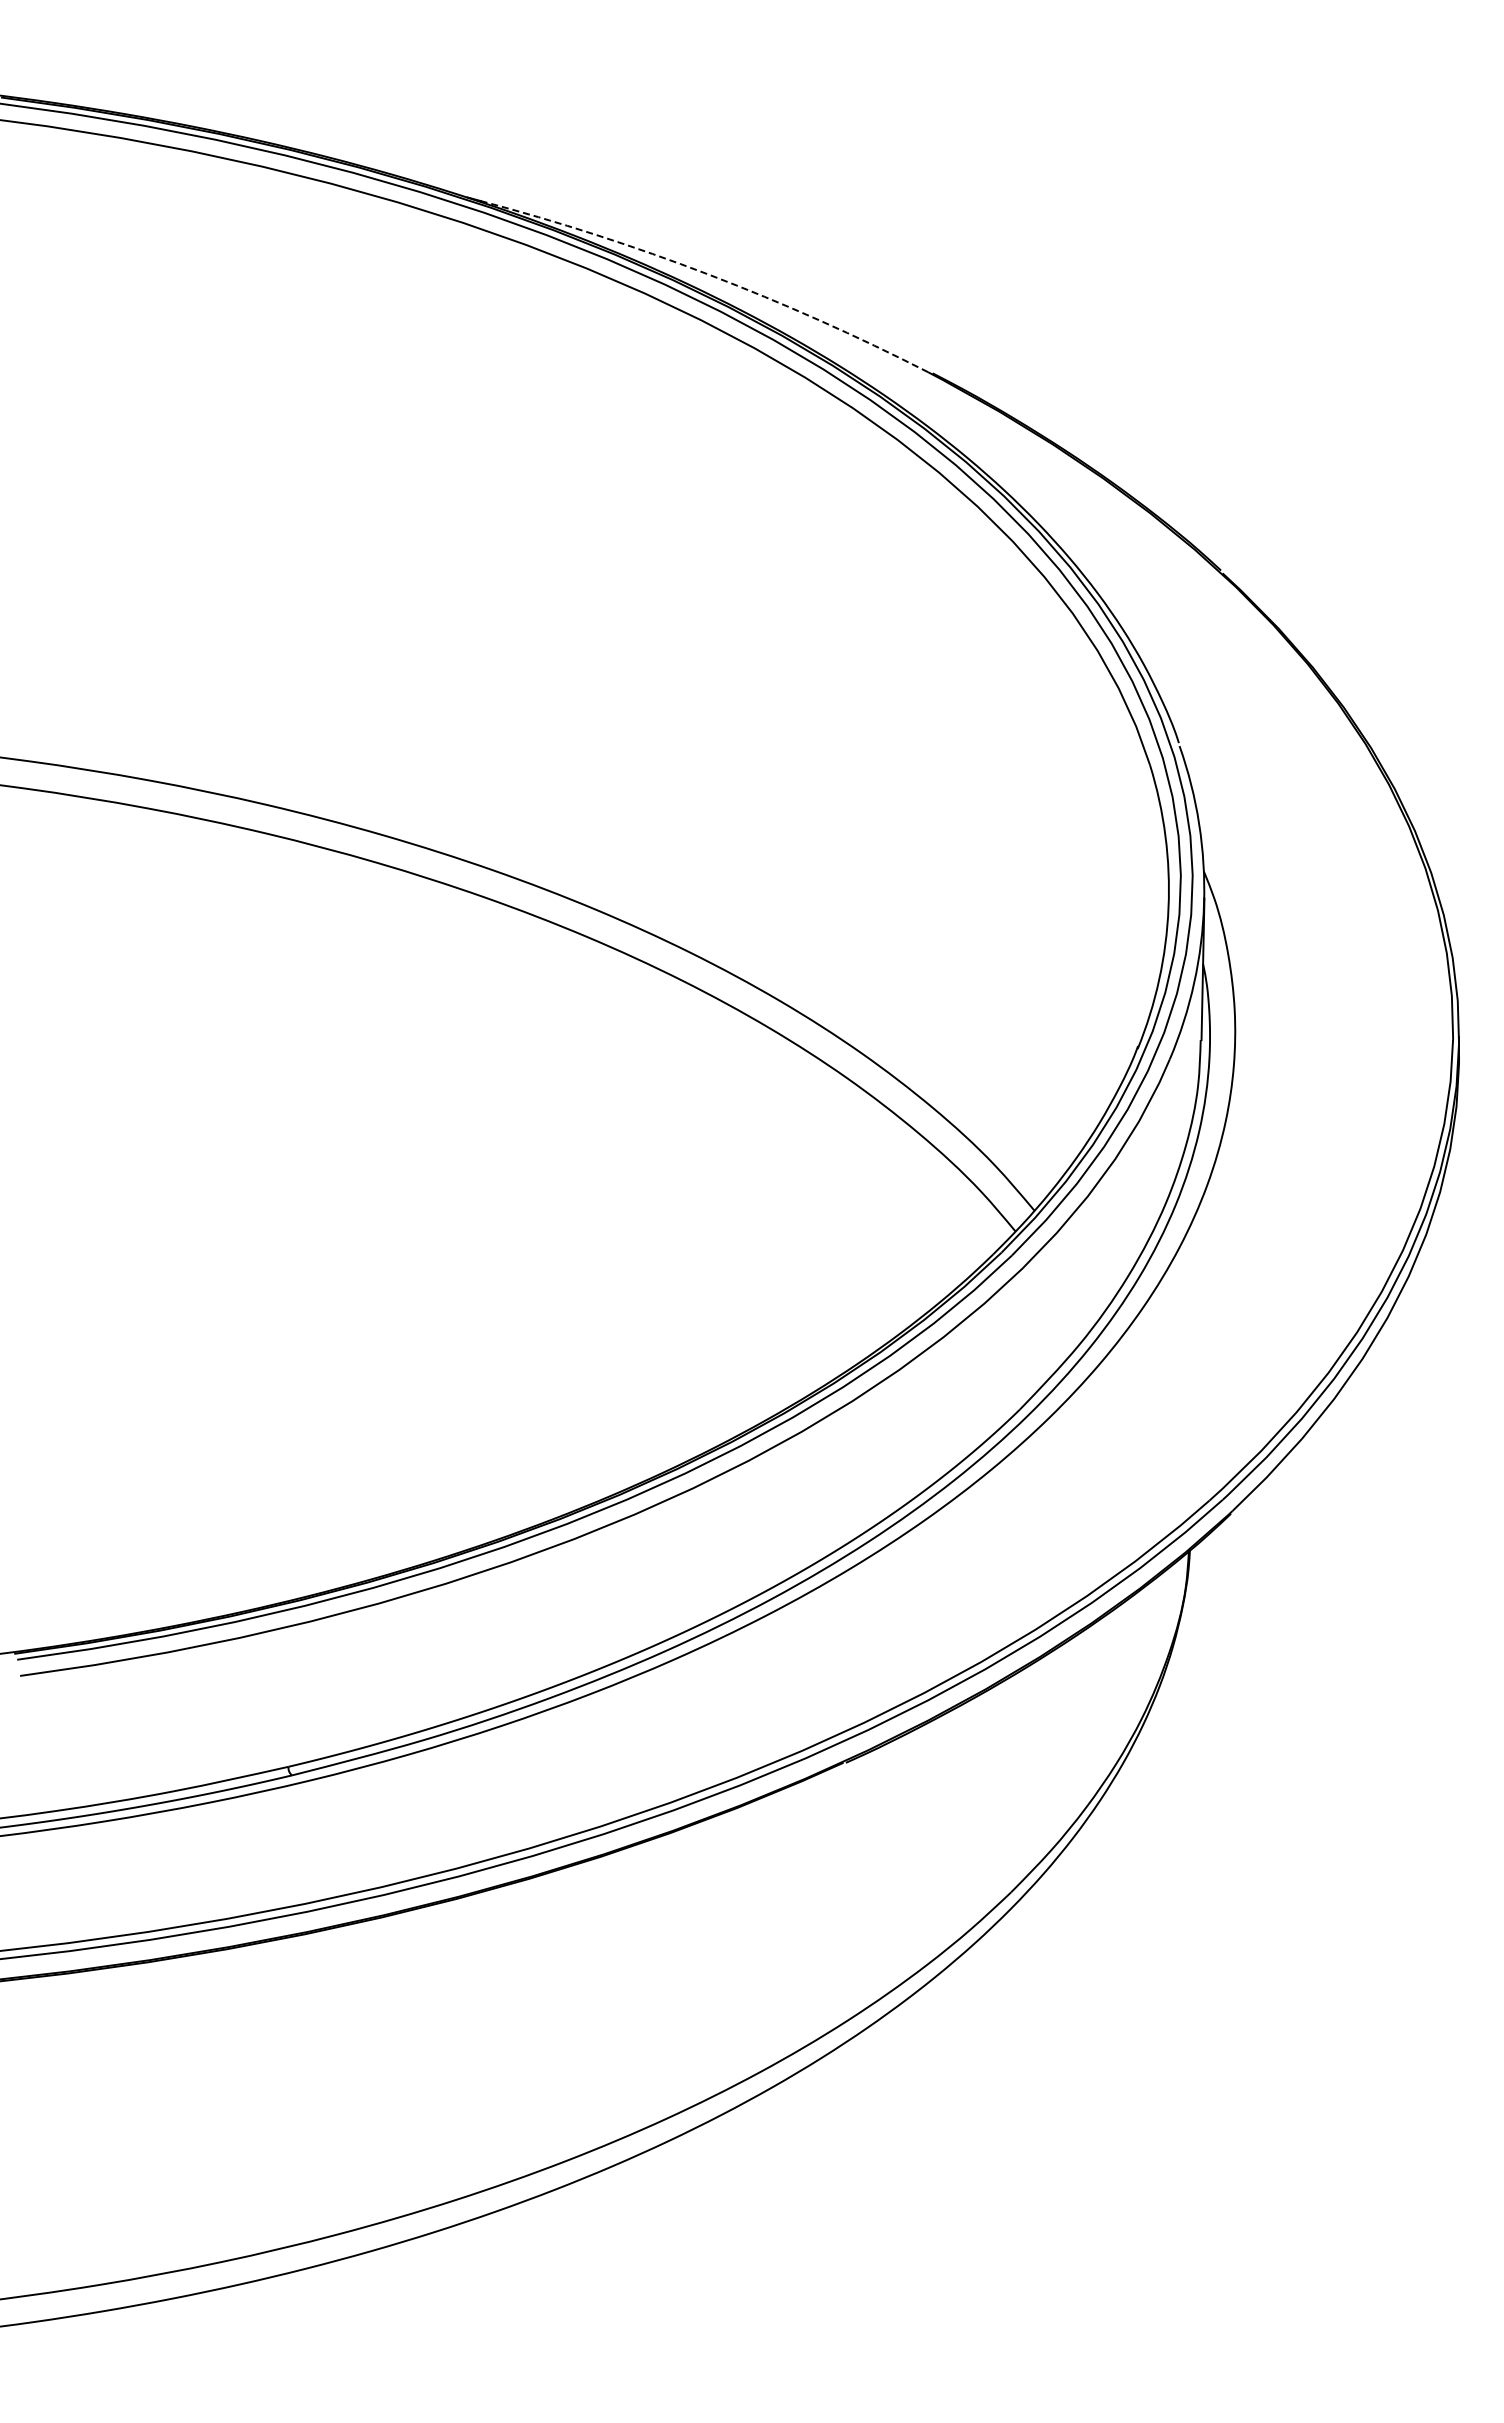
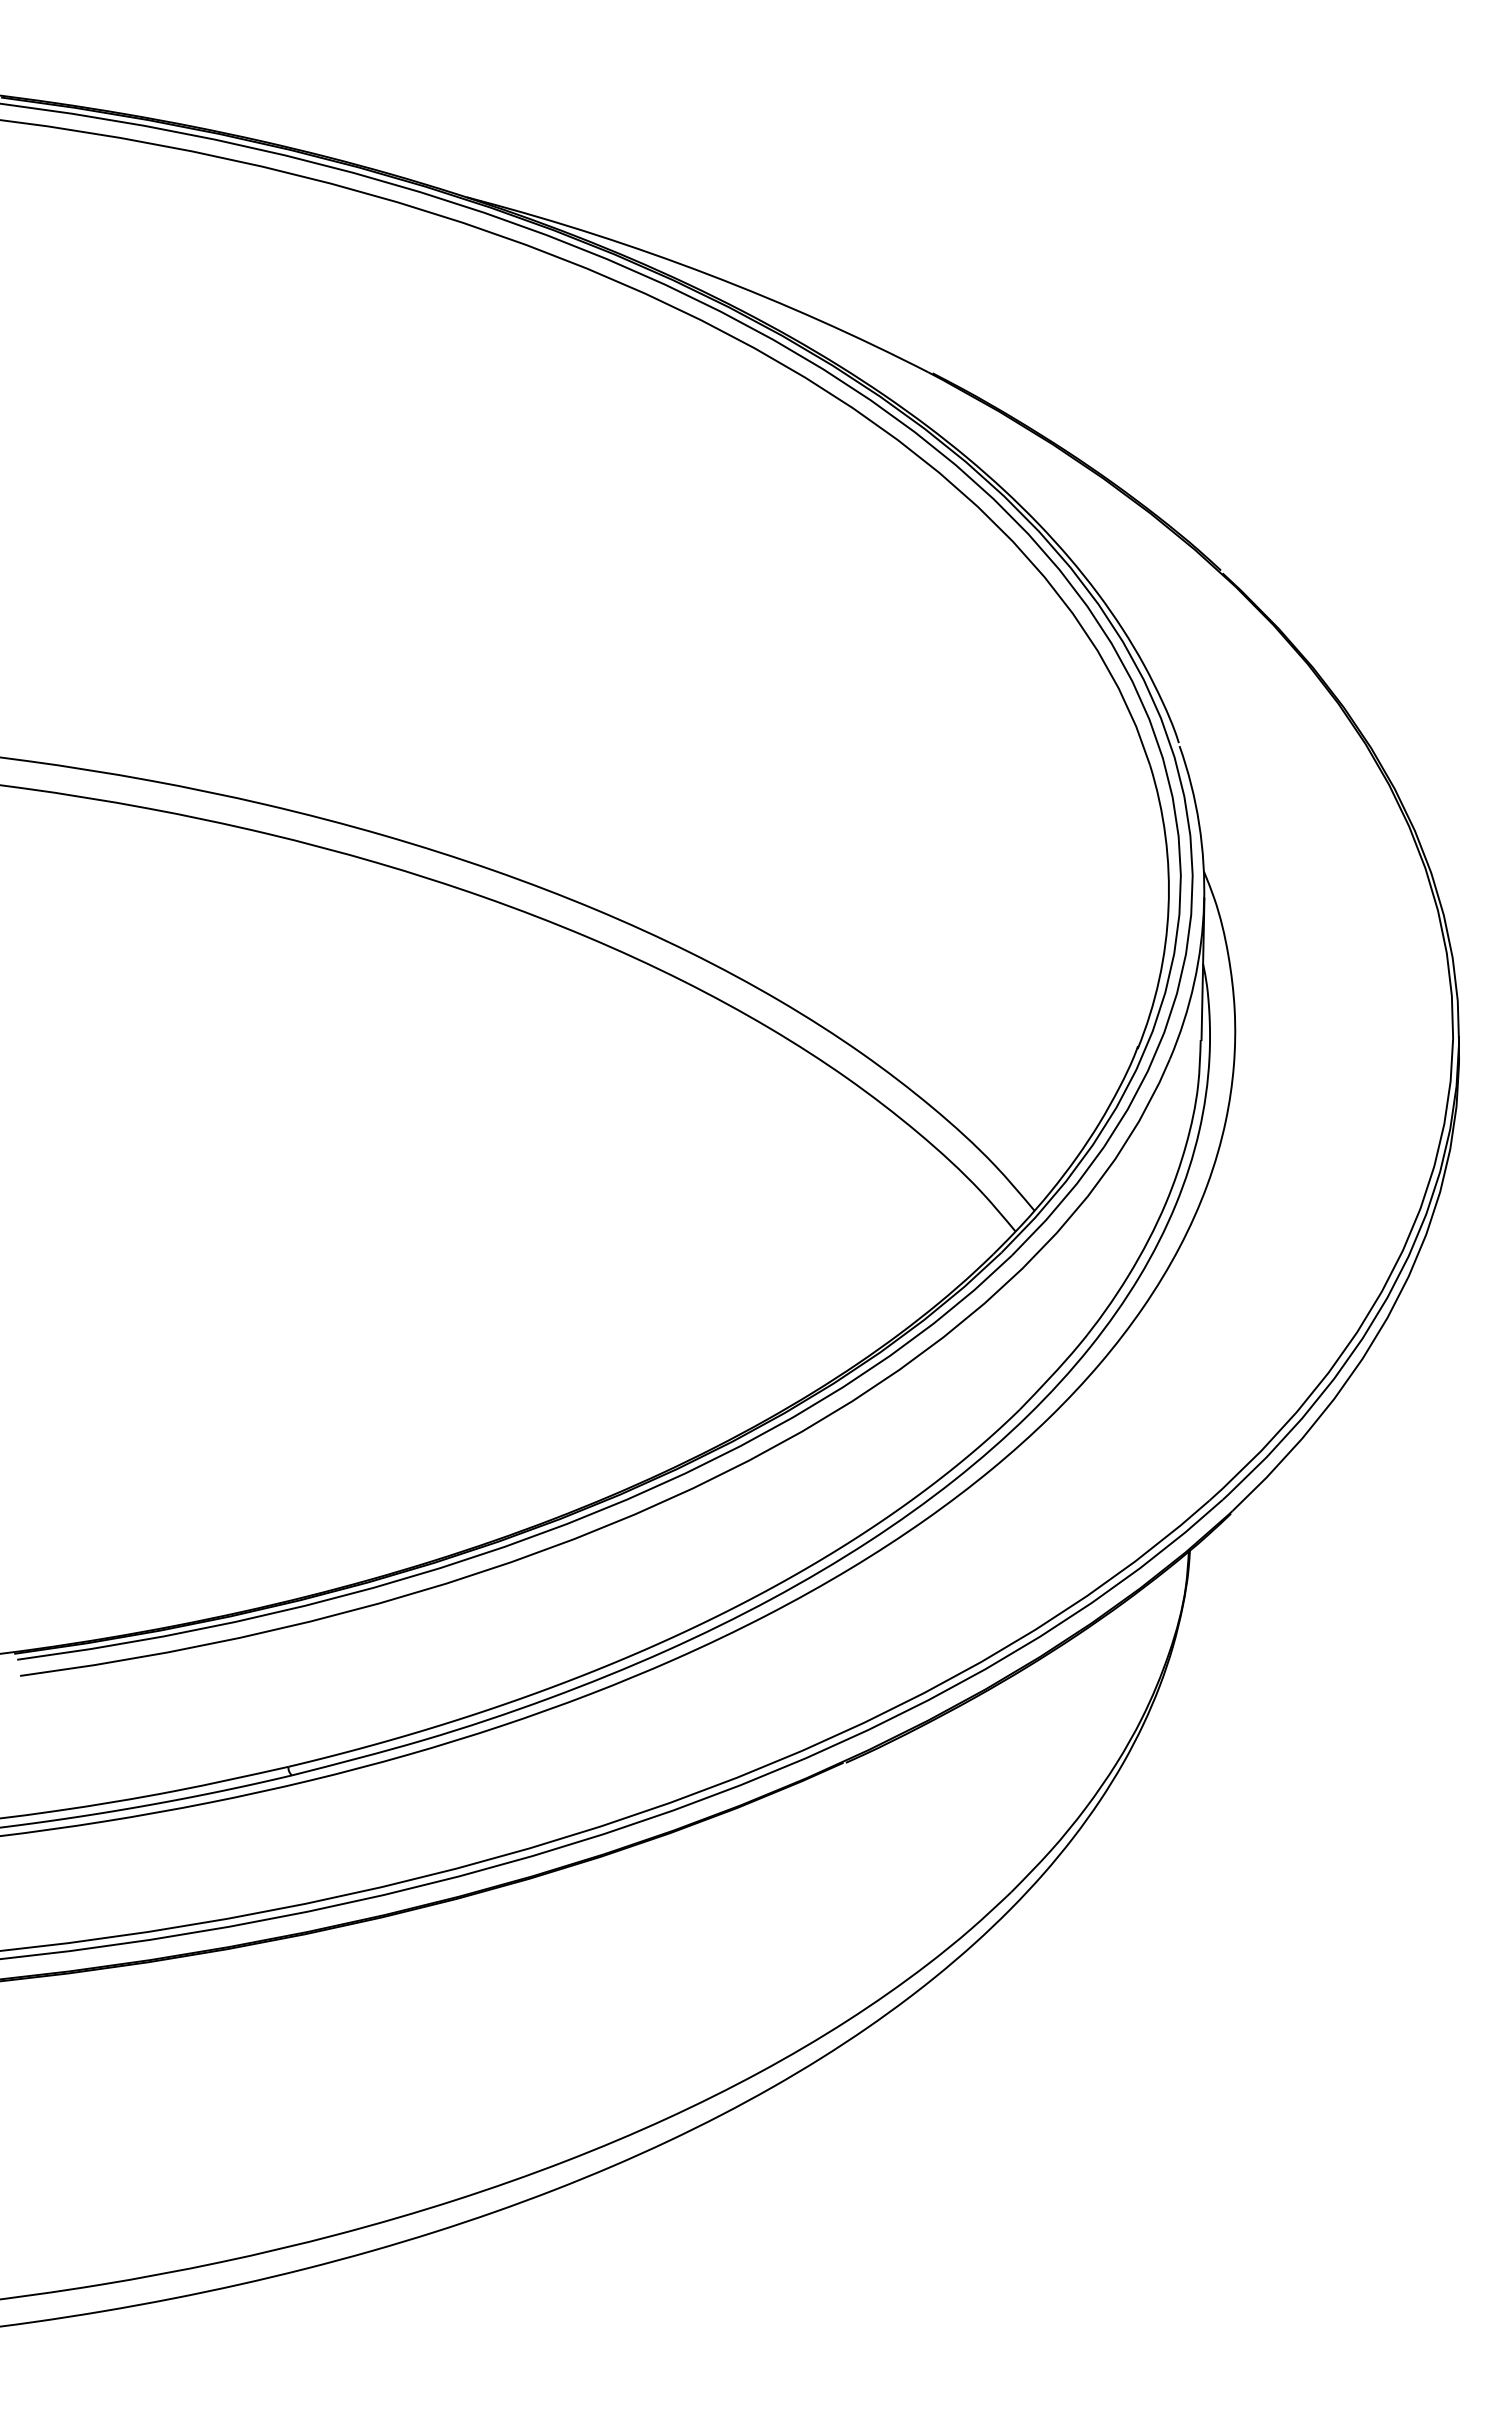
arc at (709, 274): dashed -> solid
